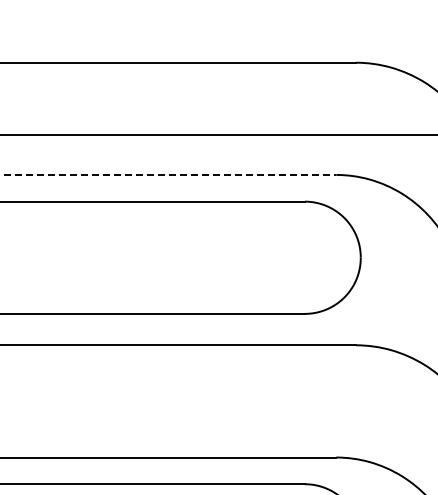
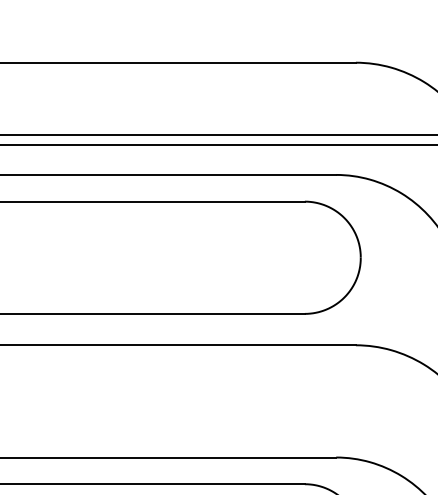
line at (218, 144): none -> present
line at (168, 174): dashed -> solid
